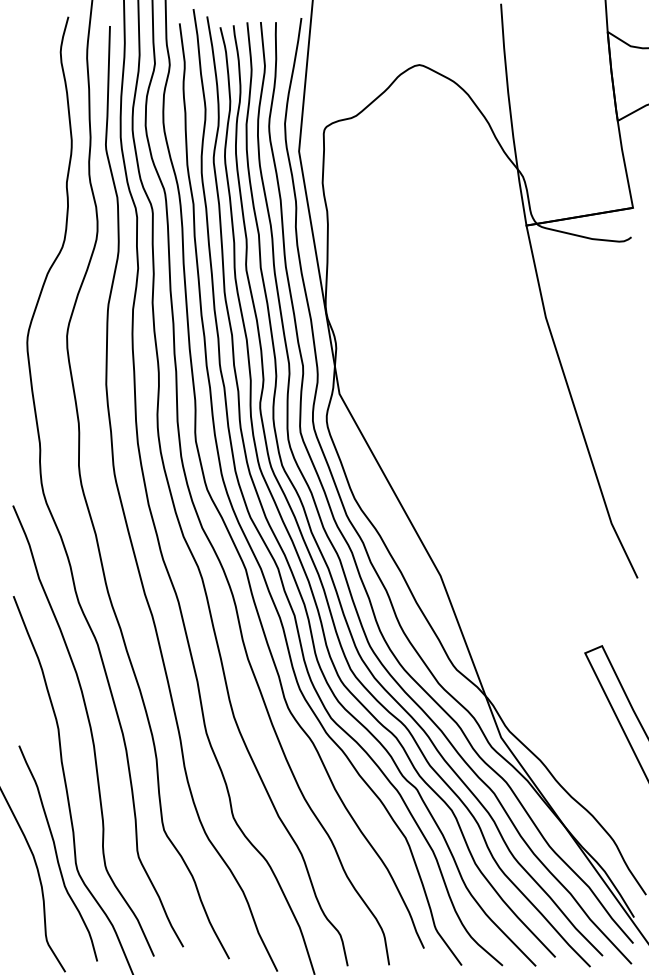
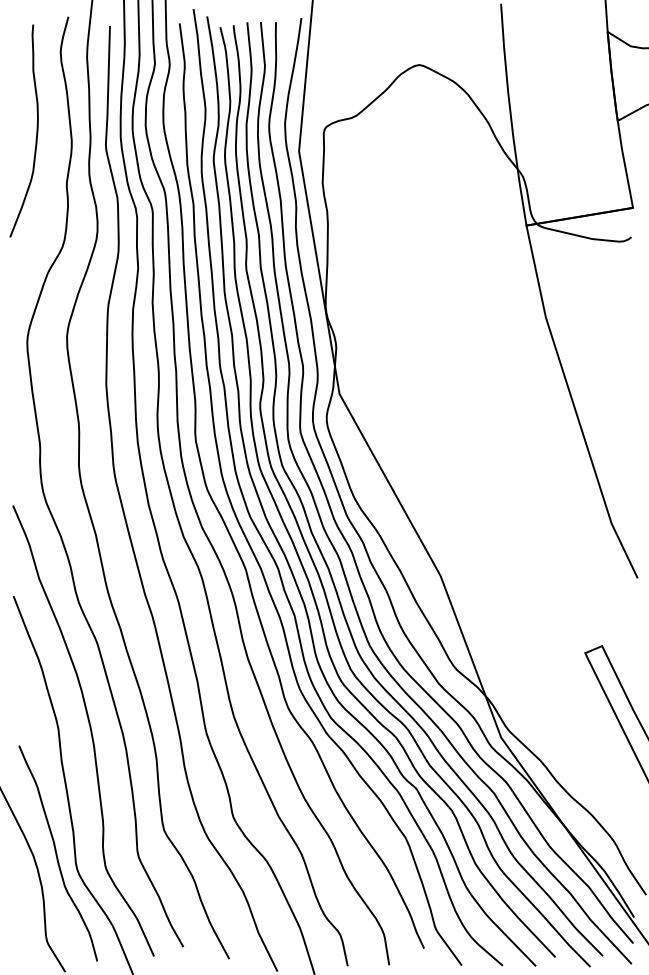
curve at (36, 130): none -> present
